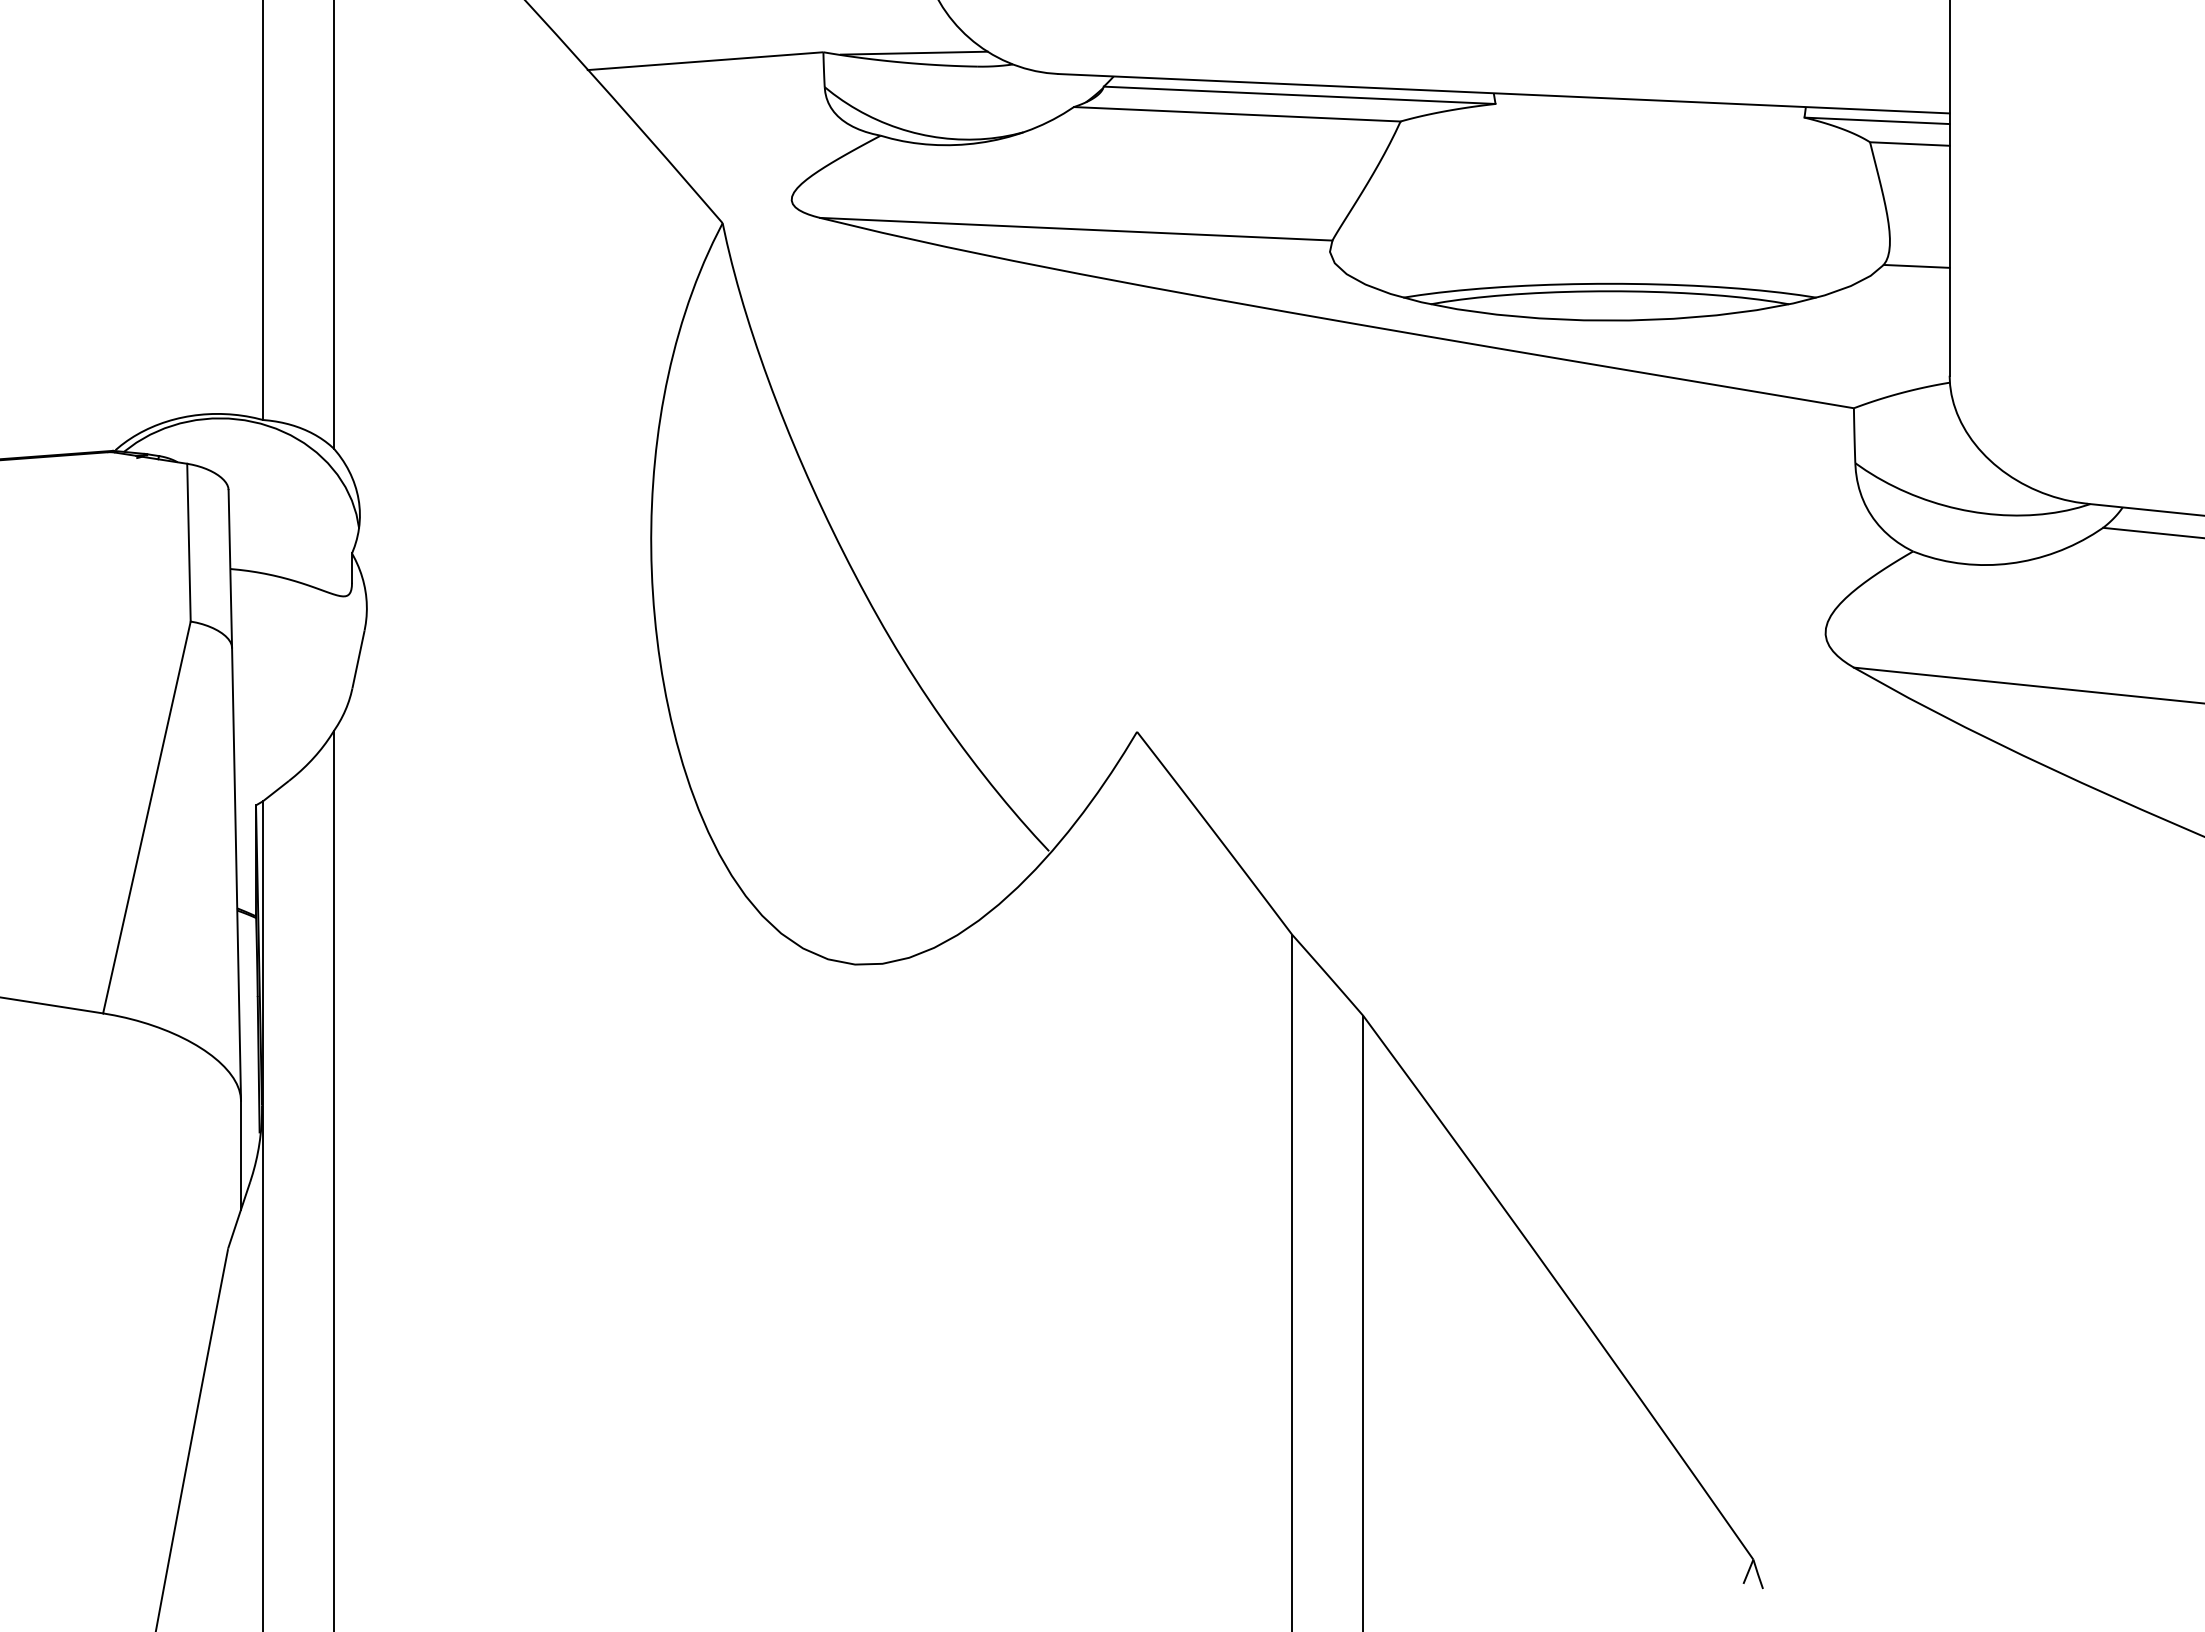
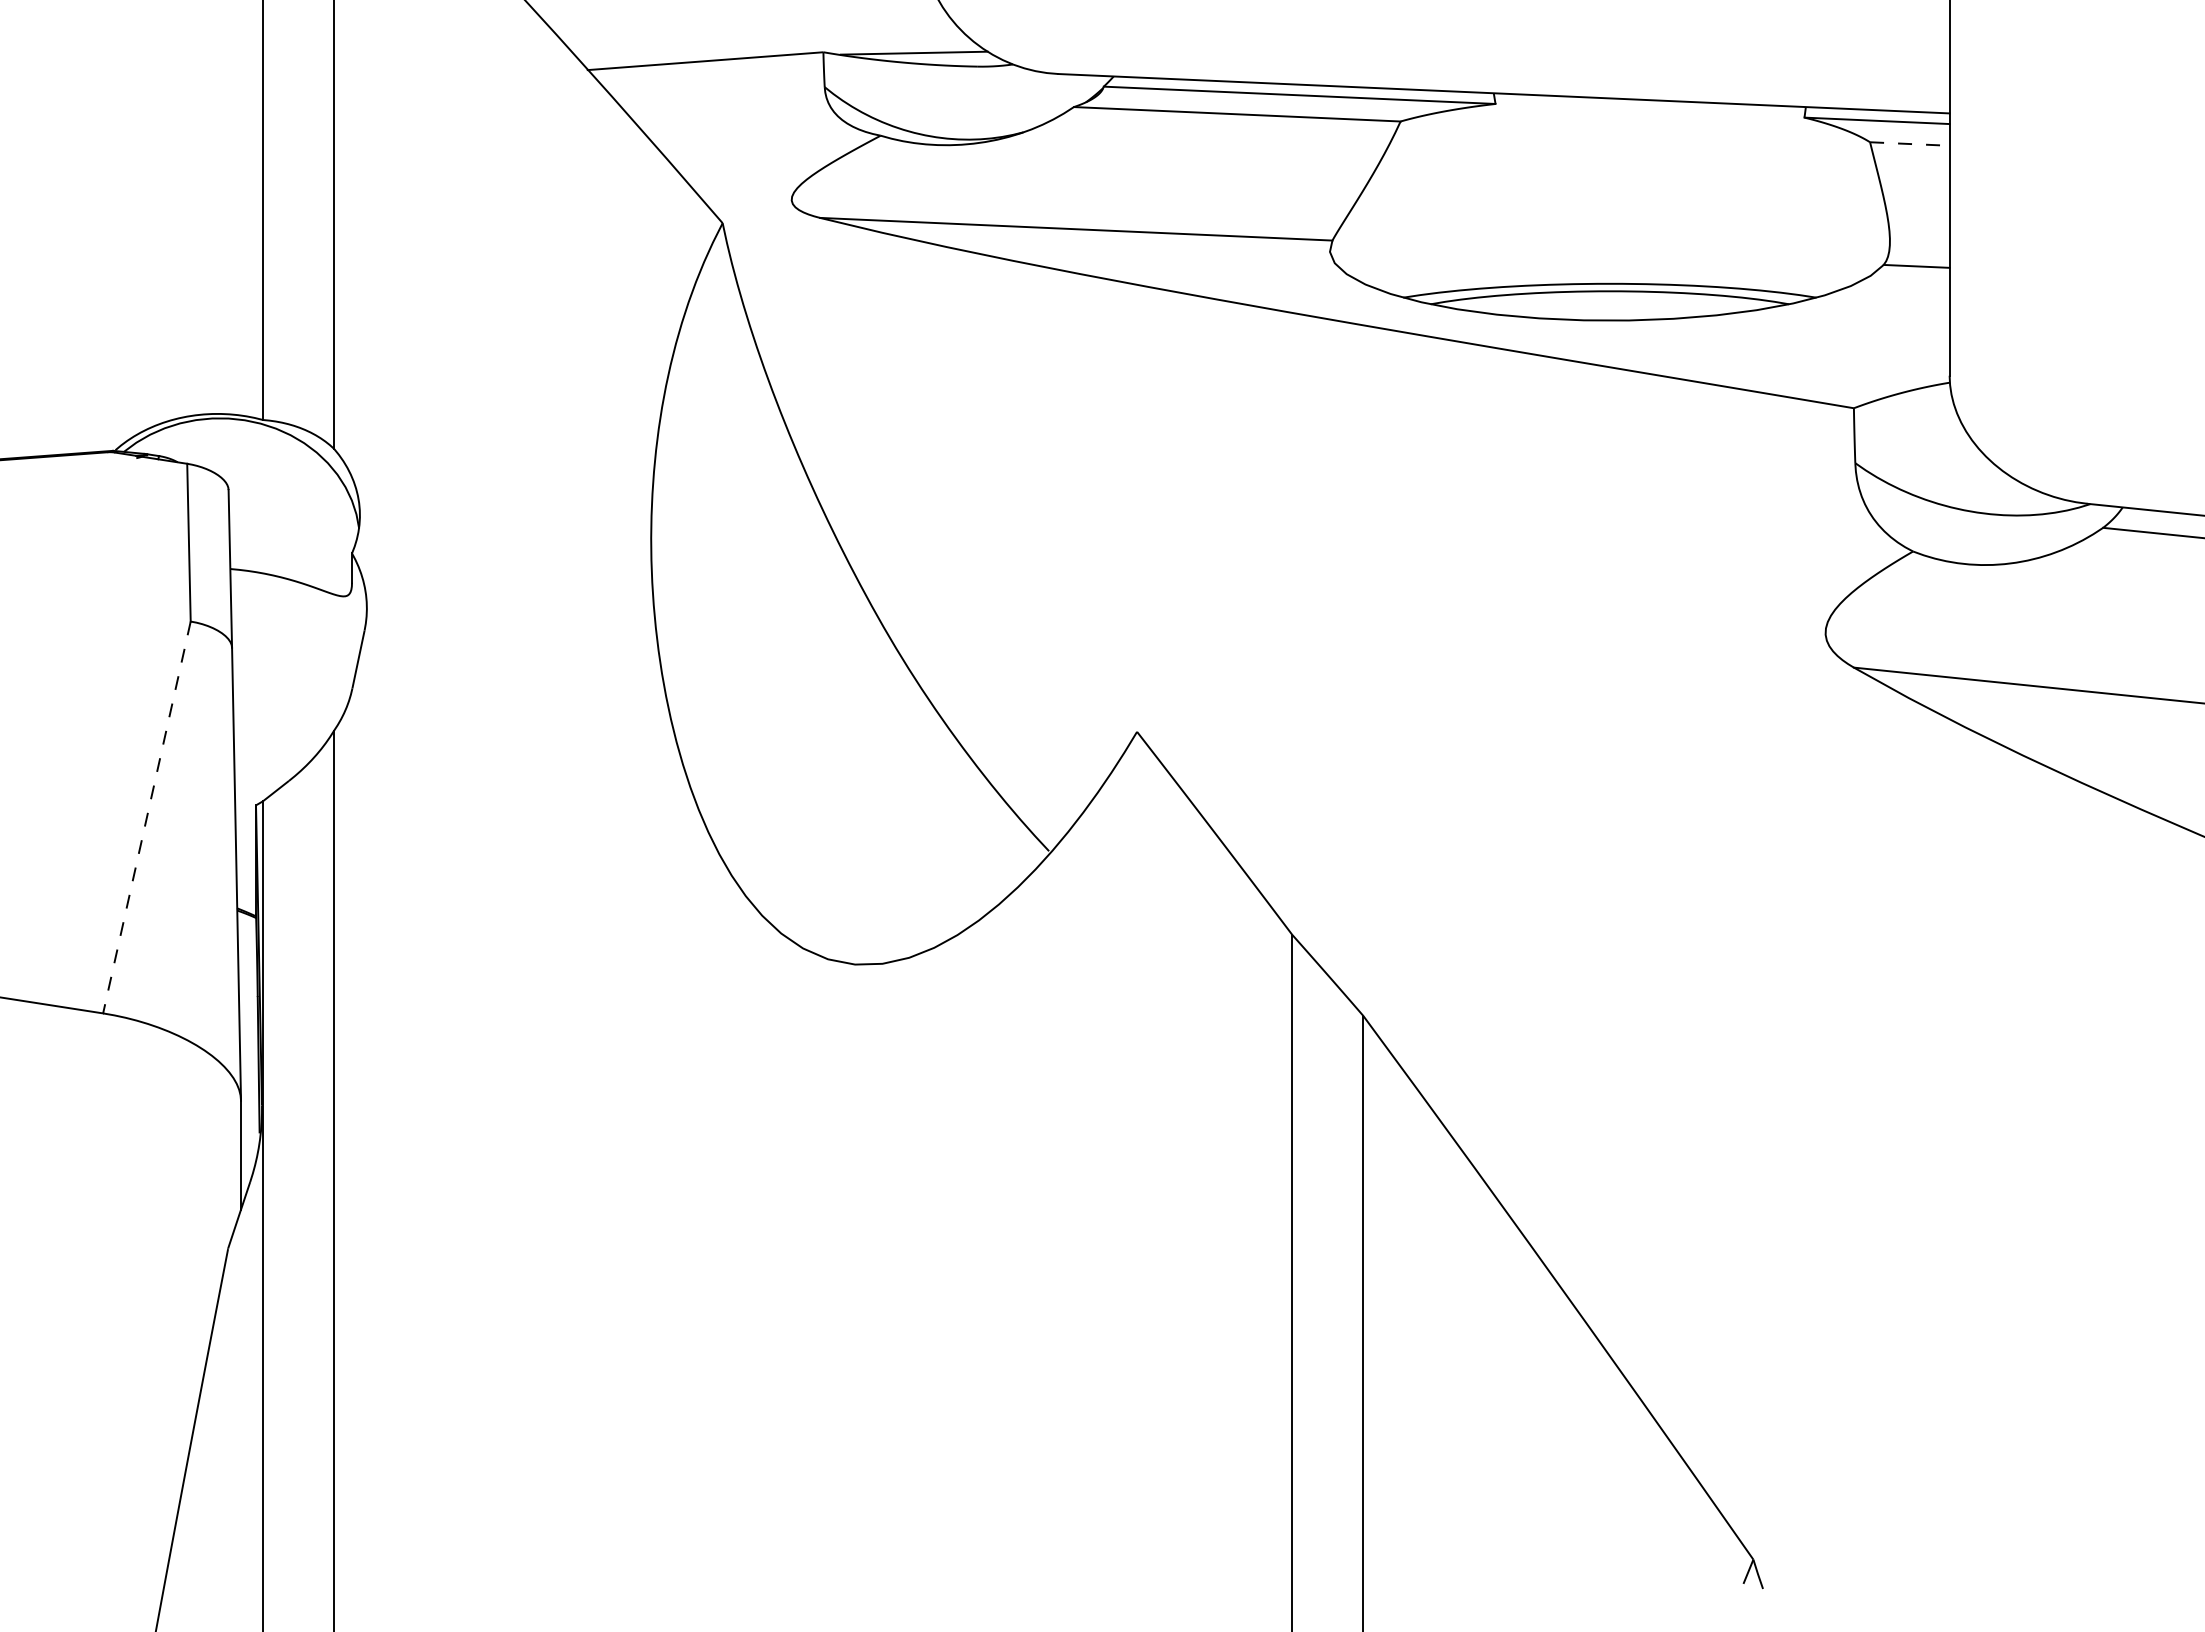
line at (1909, 144): solid -> dashed
line at (146, 817): solid -> dashed
